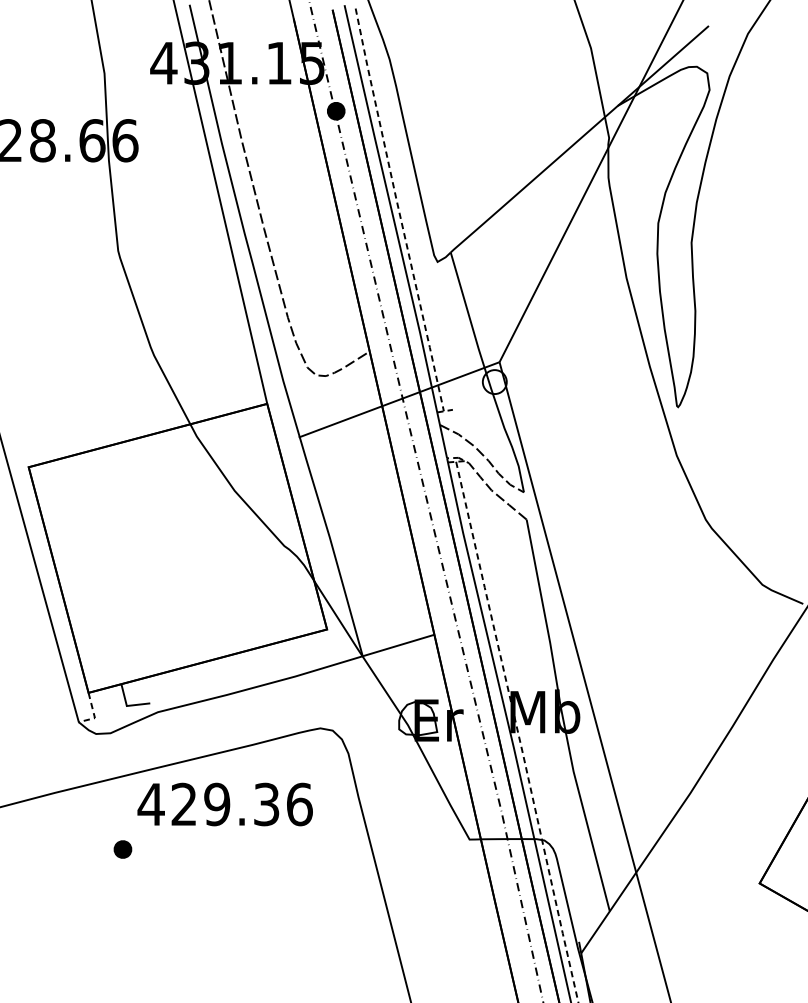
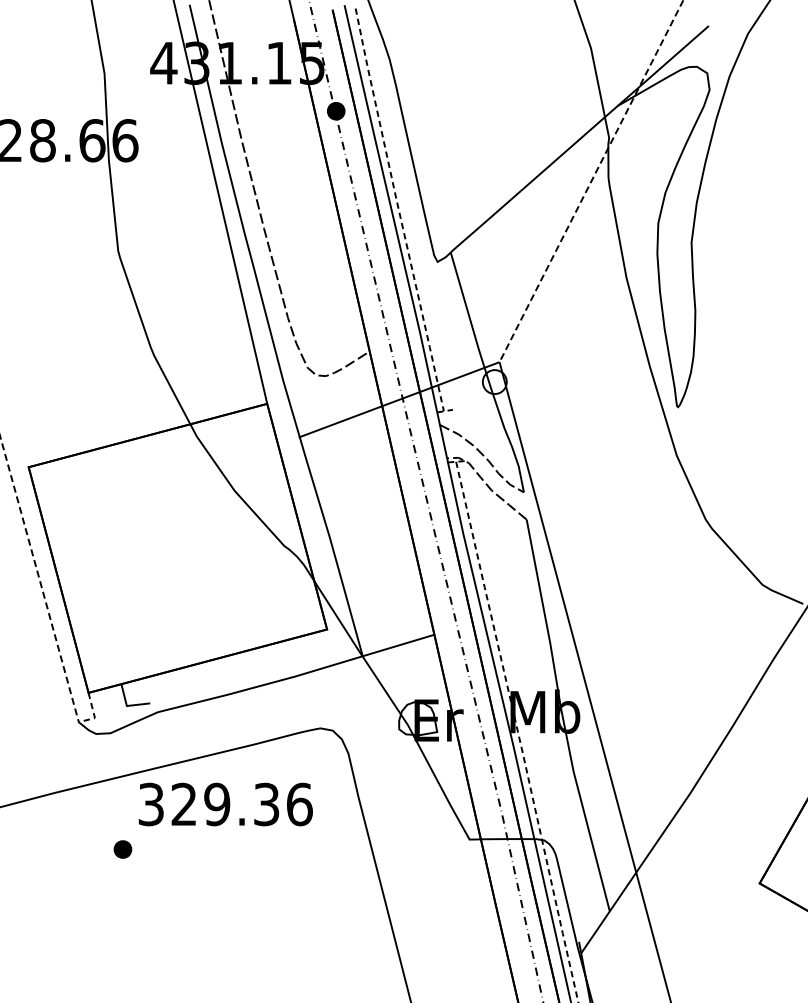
line at (591, 181): solid -> dashed
line at (39, 579): solid -> dashed
text at (150, 804): 429.36 -> 329.36
